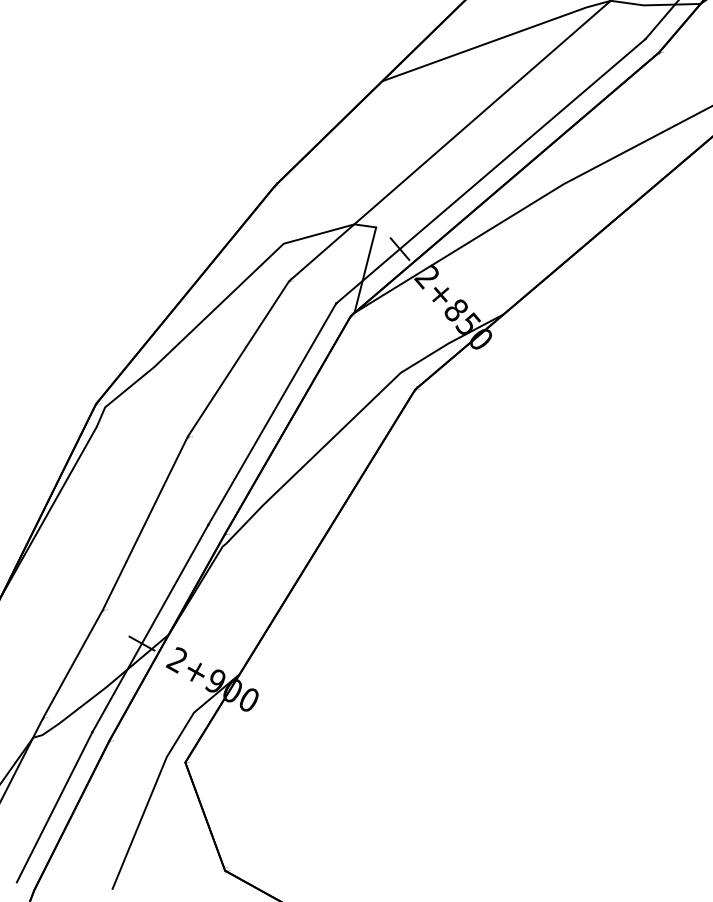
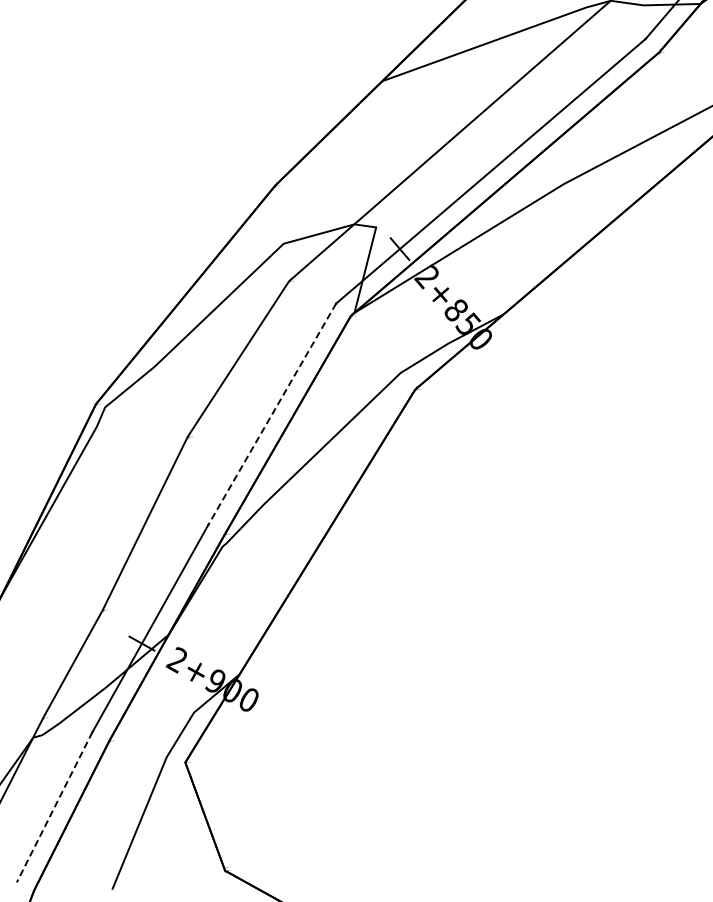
line at (272, 414): solid -> dashed
line at (54, 807): solid -> dashed
